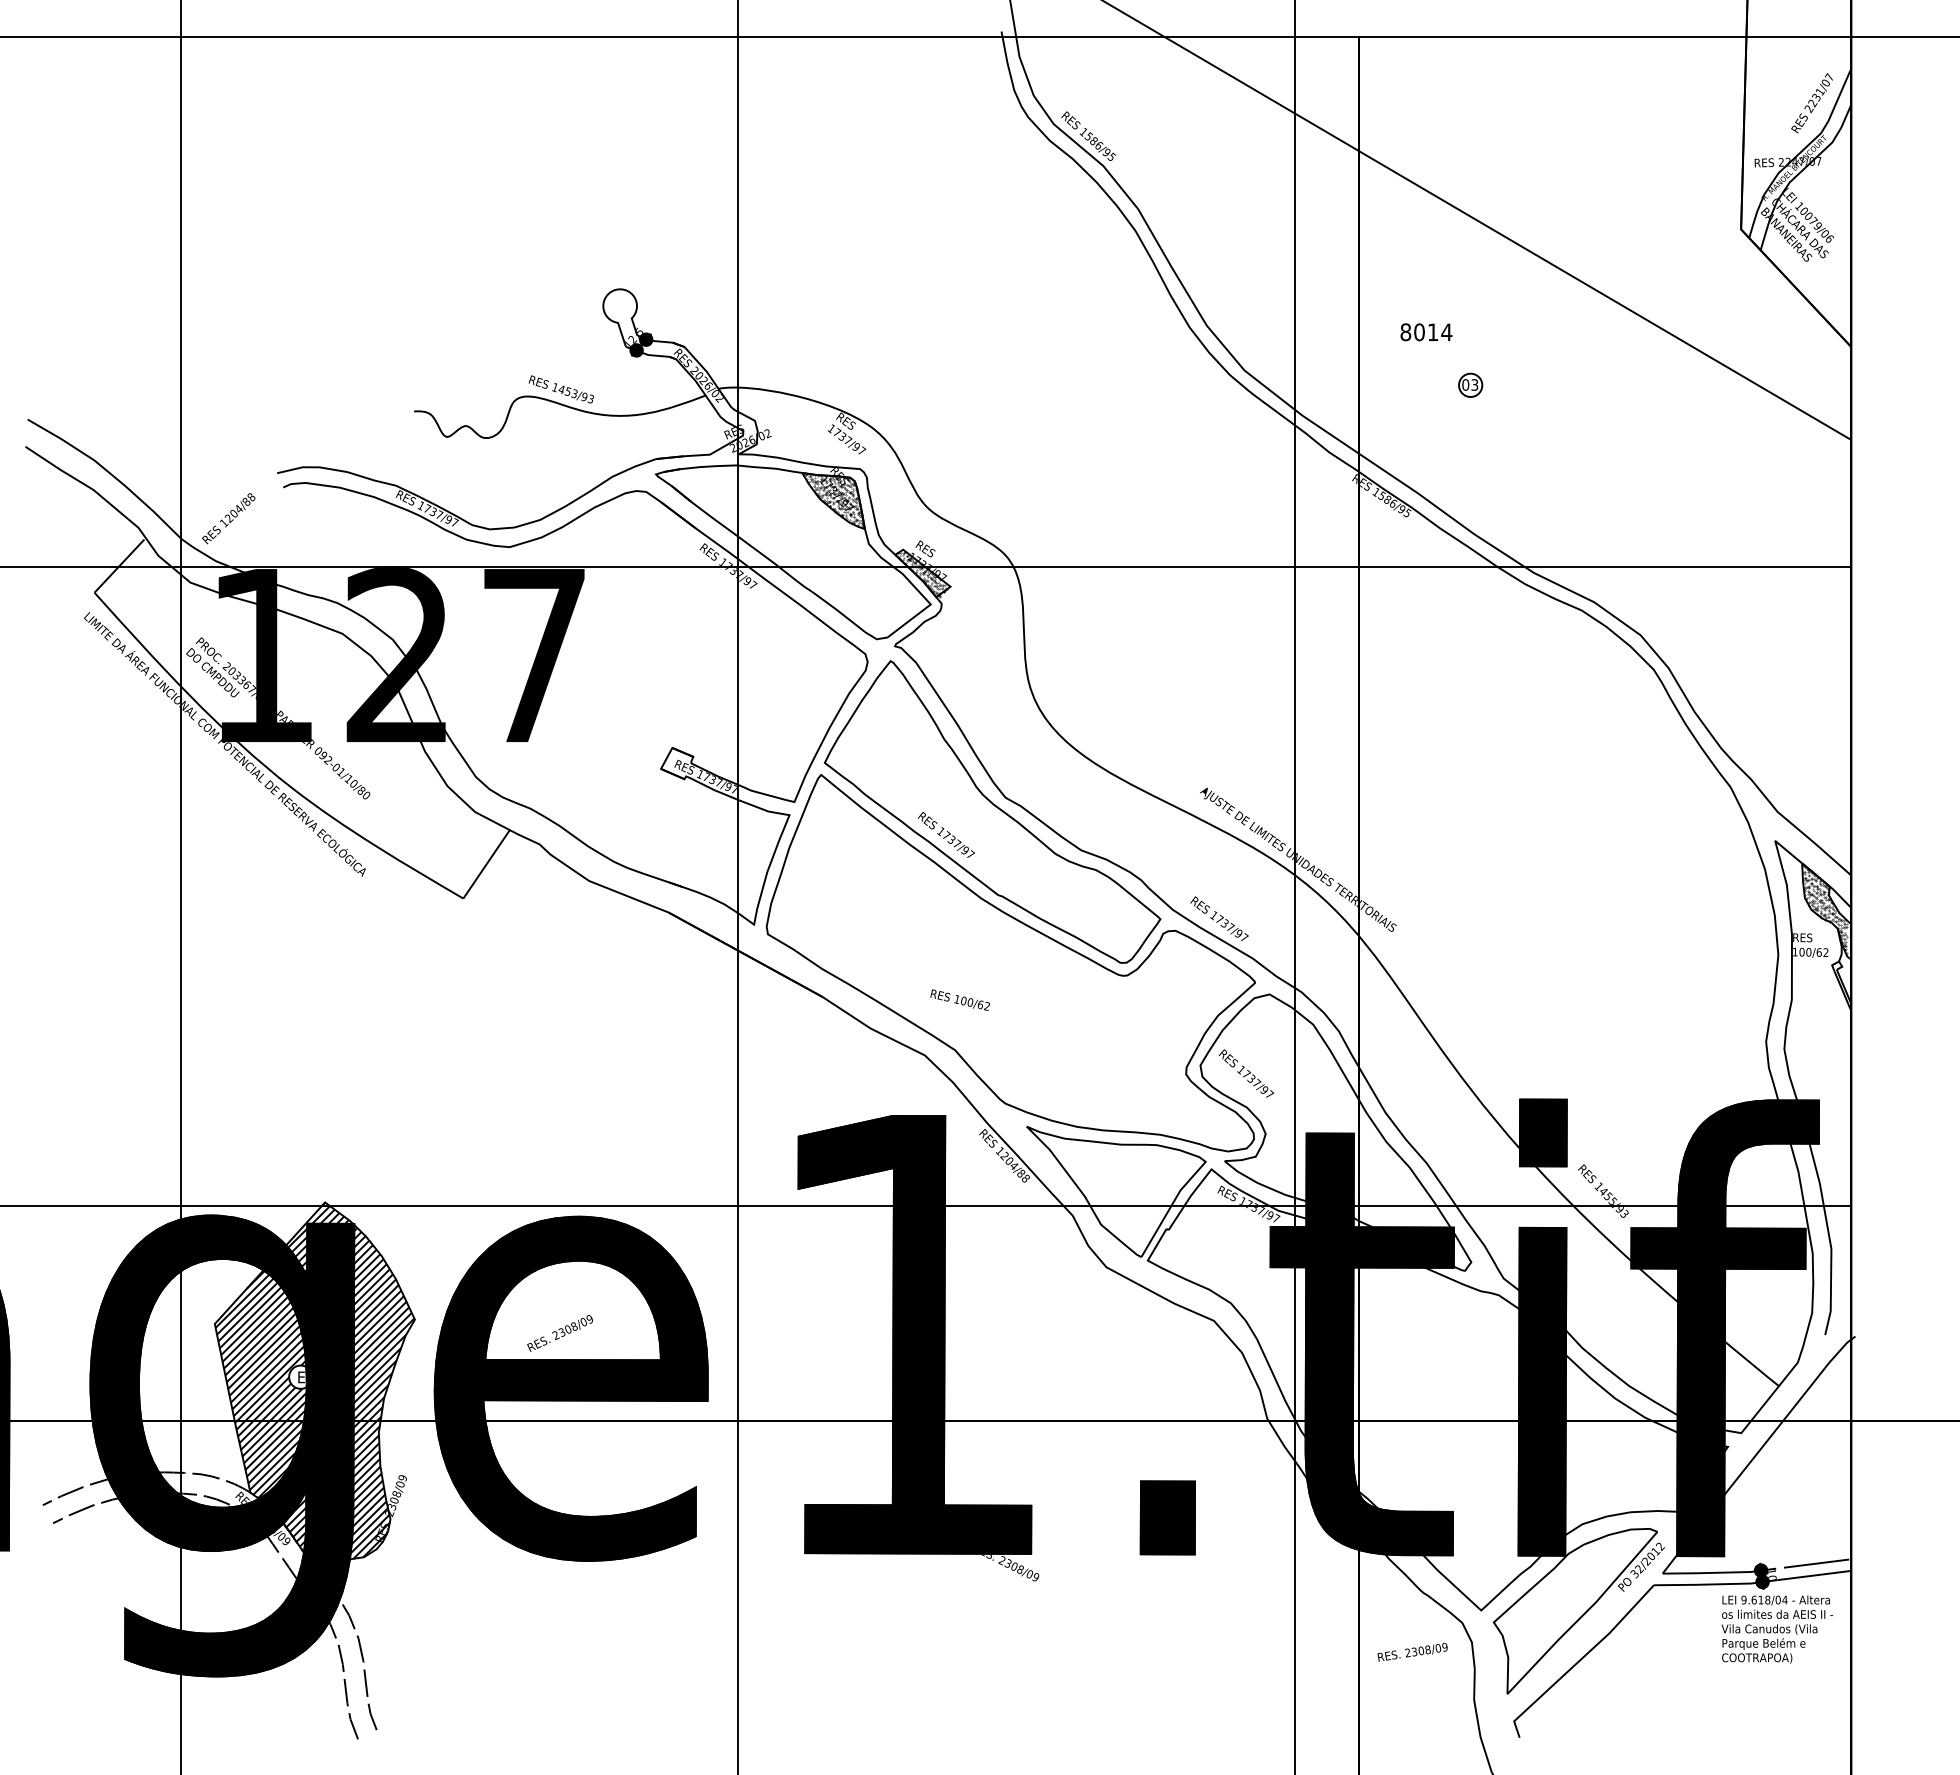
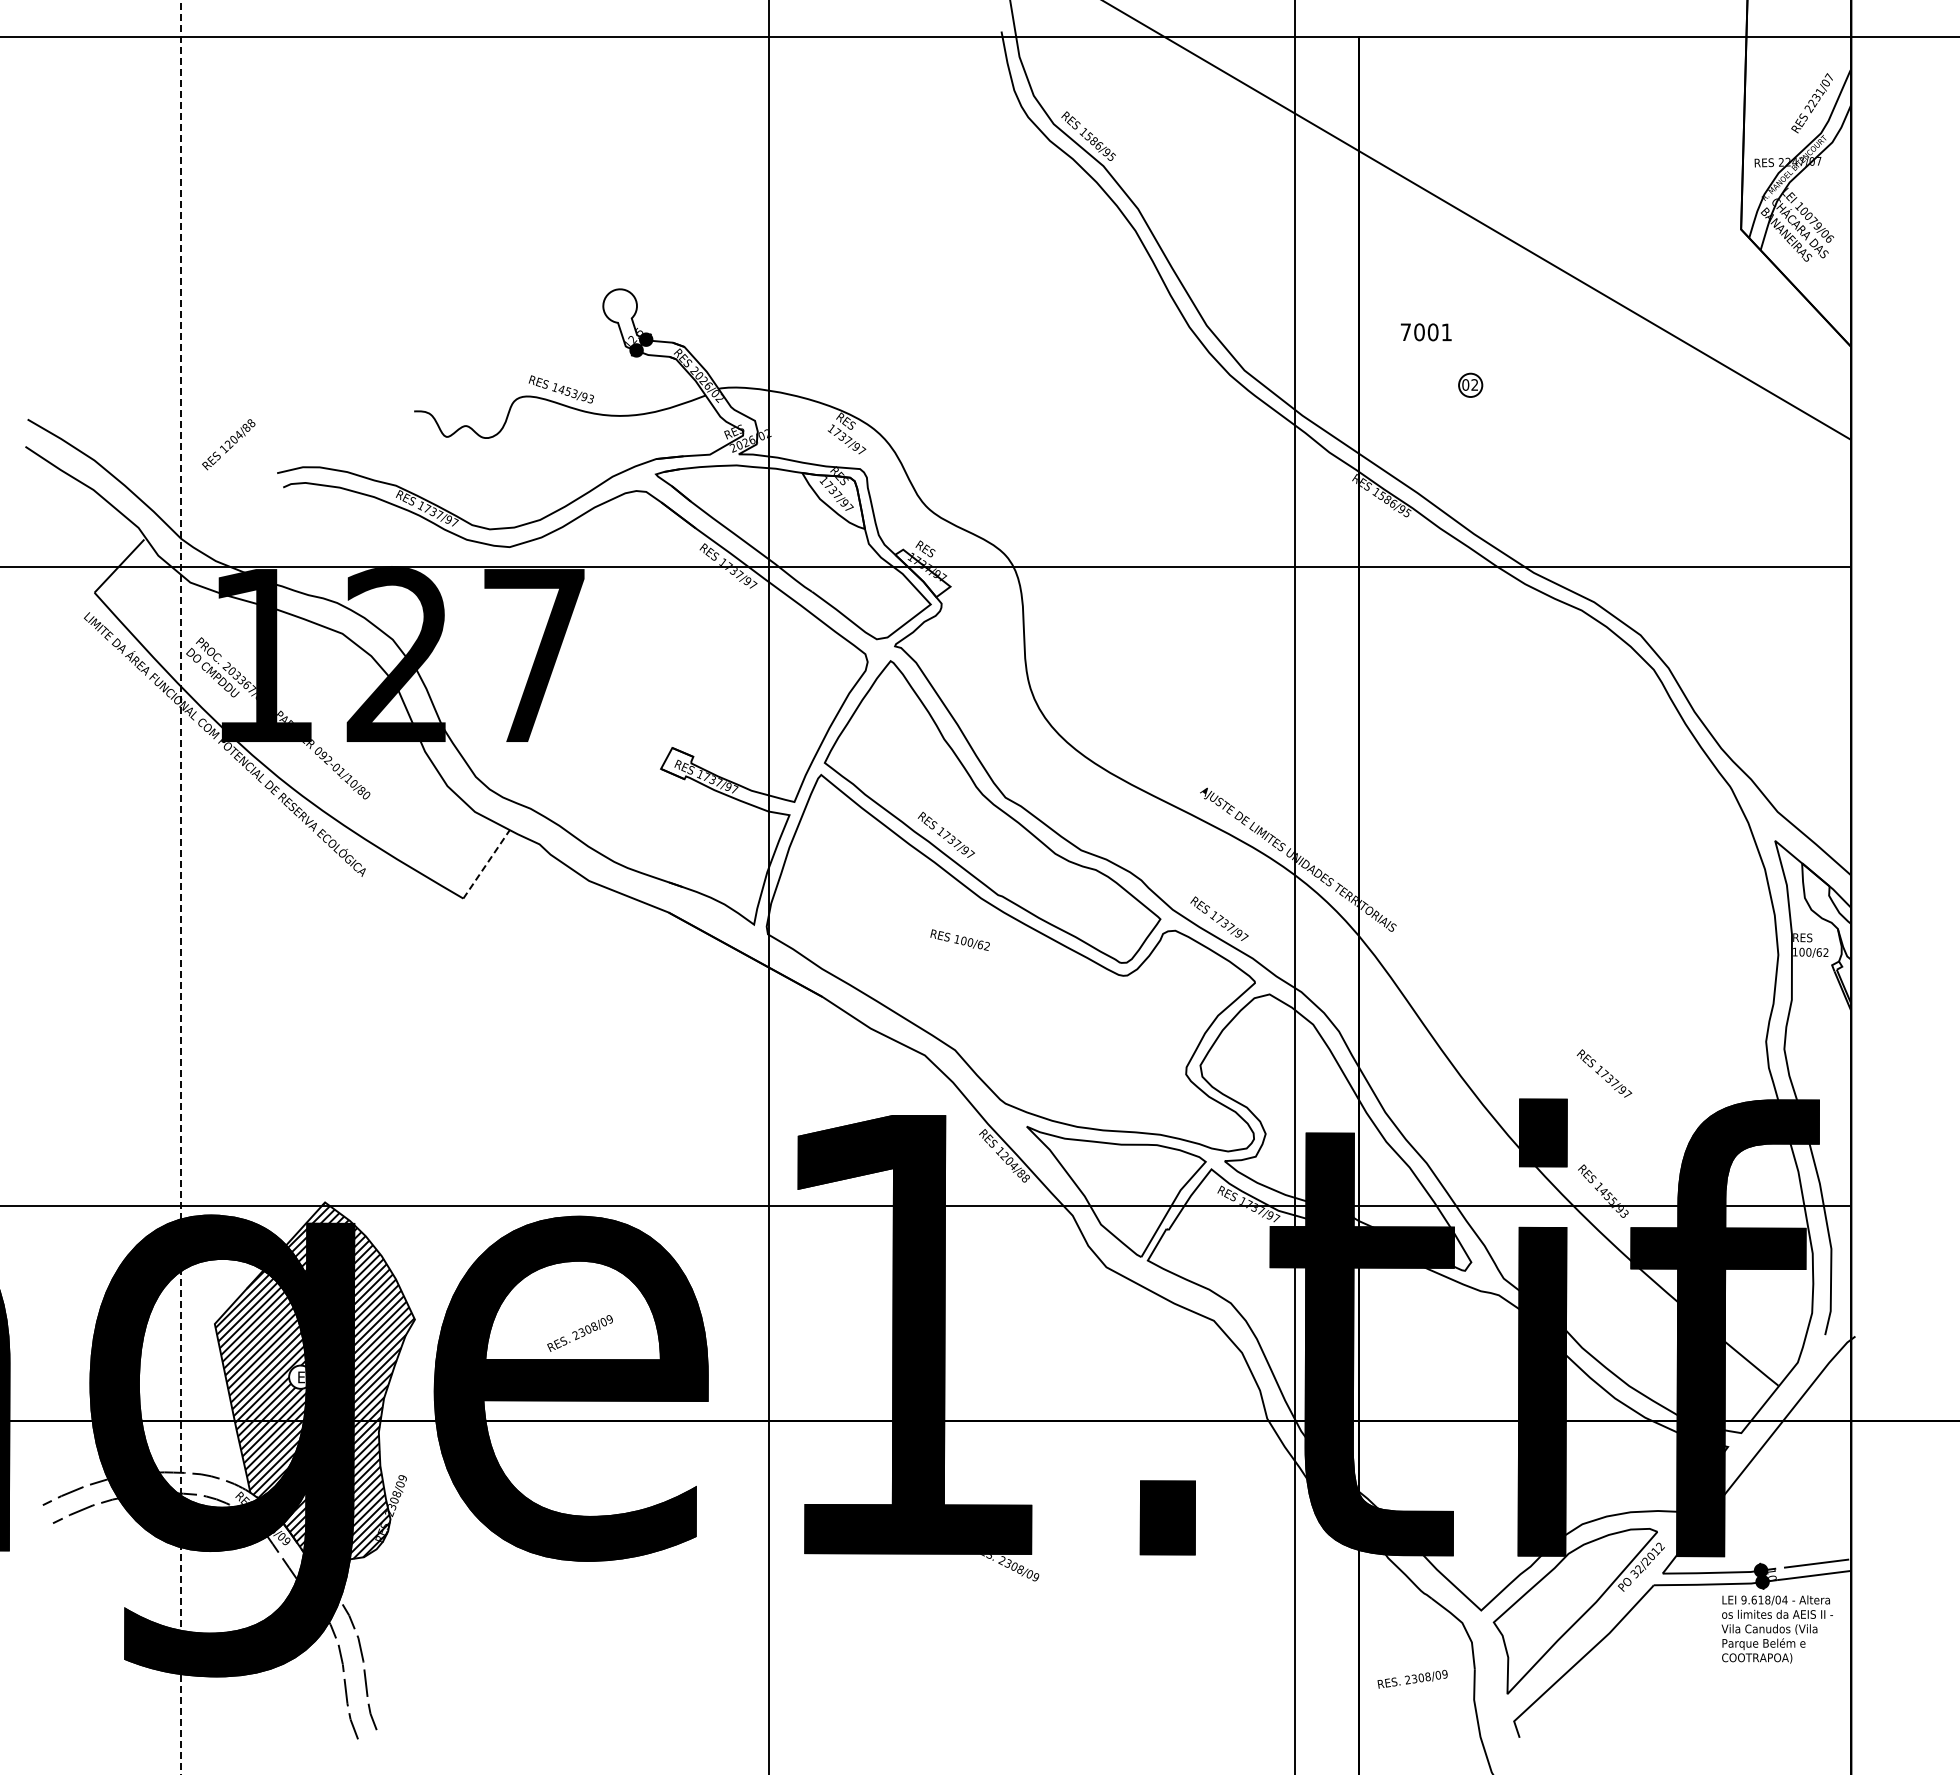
text at (1426, 332): 8014 -> 7001
text at (1474, 384): 03 -> 02
hatch at (834, 500): present -> none
text at (228, 518) position: (228, 518) -> (228, 444)
hatch at (922, 574): present -> none
line at (486, 863): solid -> dashed
line at (737, 886) position: (737, 886) -> (768, 886)
line at (181, 887): solid -> dashed
hatch at (1824, 908): present -> none
text at (959, 999) position: (959, 999) -> (959, 939)
text at (1246, 1073) position: (1246, 1073) -> (1604, 1073)
text at (559, 1333) position: (559, 1333) -> (579, 1333)
text at (1412, 1651) position: (1412, 1651) -> (1412, 1678)
